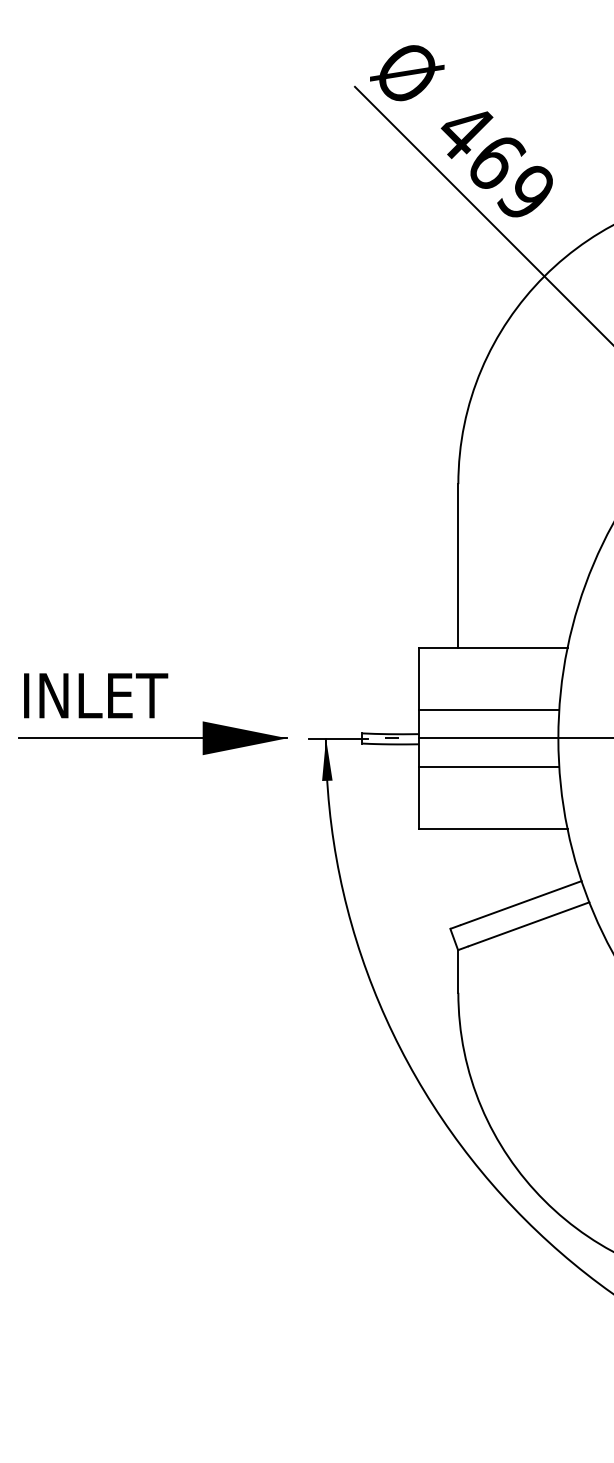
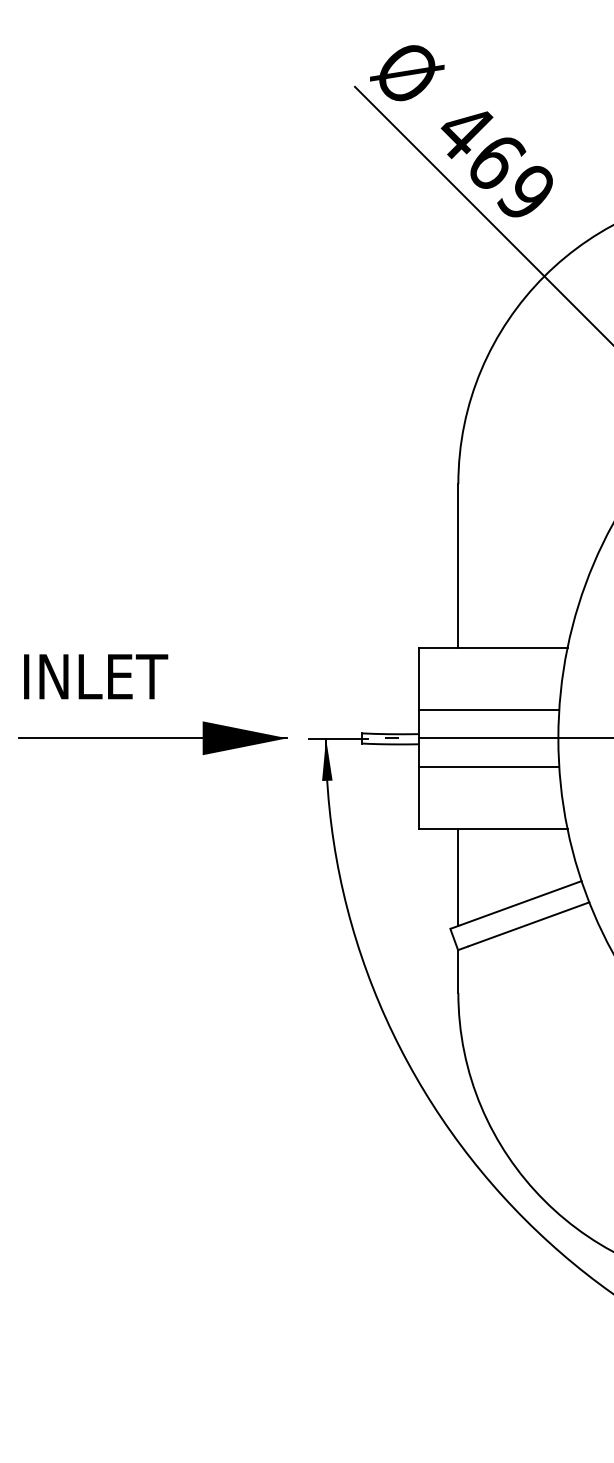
text at (96, 695) position: (96, 695) -> (96, 676)
line at (458, 876): none -> present
